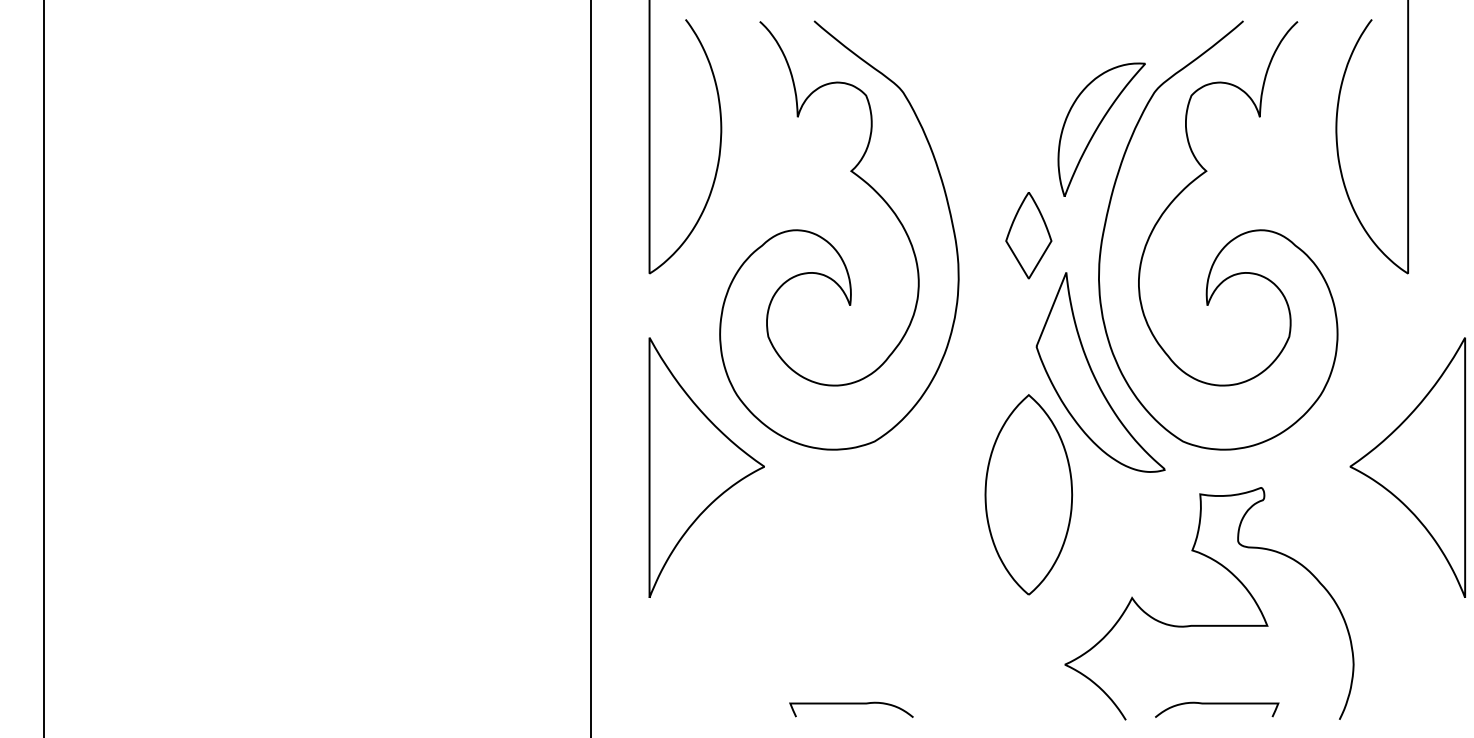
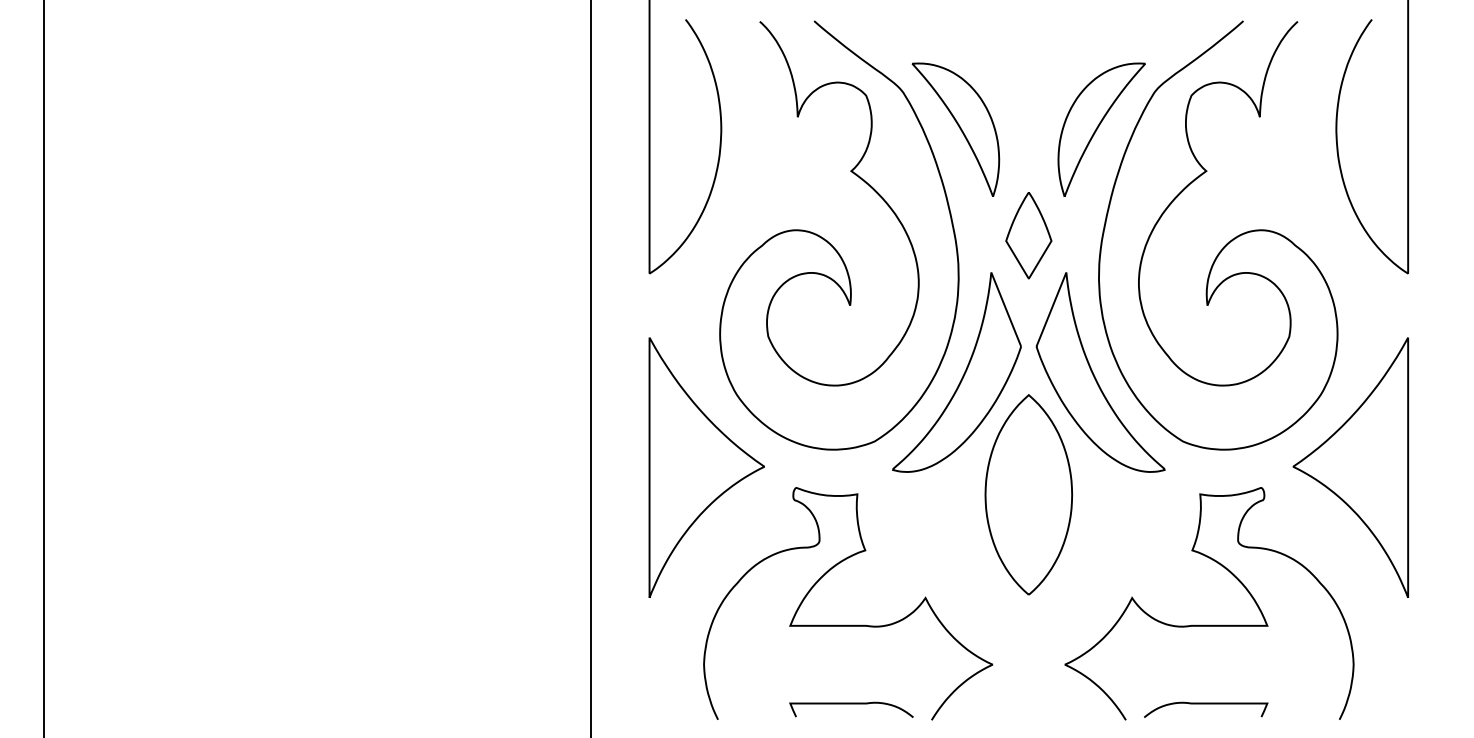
part at (955, 129): none -> present
part at (962, 375): none -> present
part at (1407, 467) position: (1407, 467) -> (1350, 467)
curve at (848, 624): none -> present
curve at (1217, 704) position: (1217, 704) -> (1206, 704)
